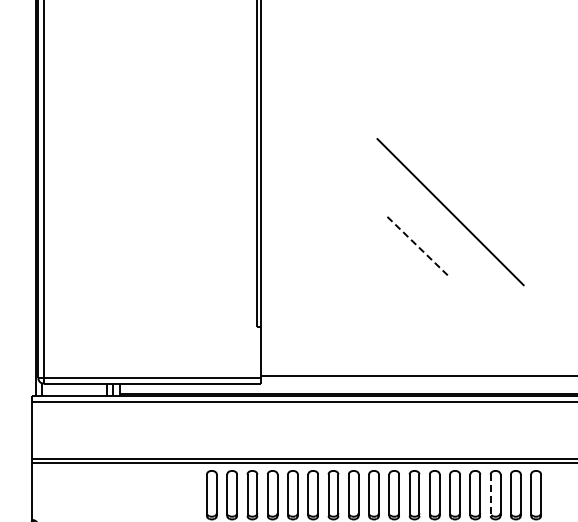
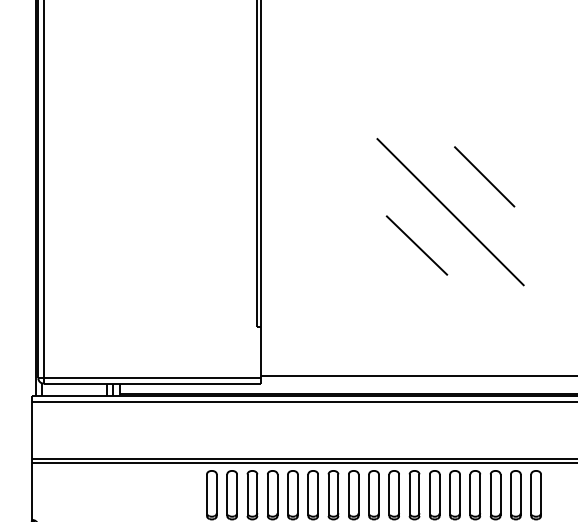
line at (484, 176): none -> present
line at (417, 245): dashed -> solid
line at (490, 495): dashed -> solid
